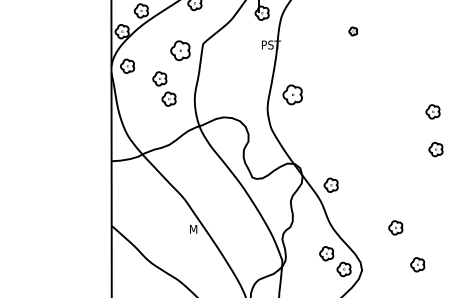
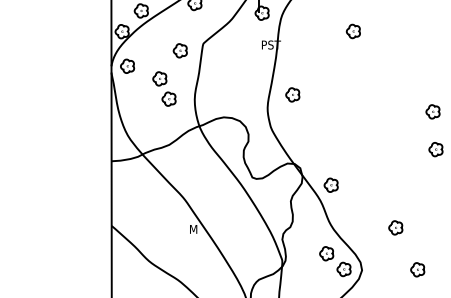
part at (353, 31) size: 11x11 px -> 16x17 px
part at (180, 50) size: 21x22 px -> 16x16 px
part at (292, 94) size: 21x22 px -> 16x16 px
part at (417, 264) position: (417, 264) -> (417, 269)
